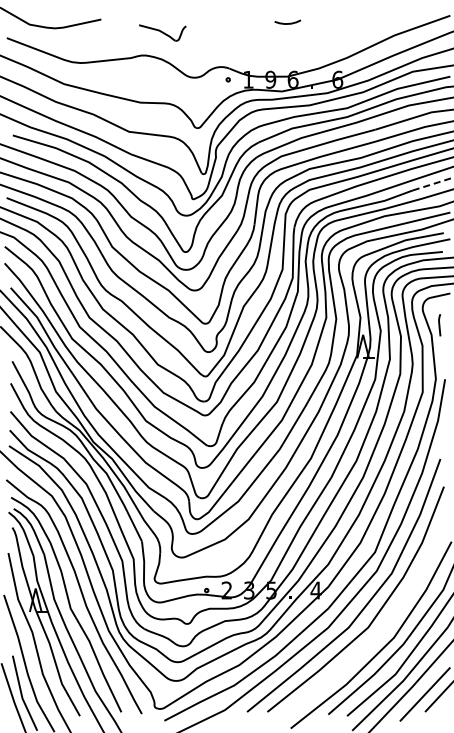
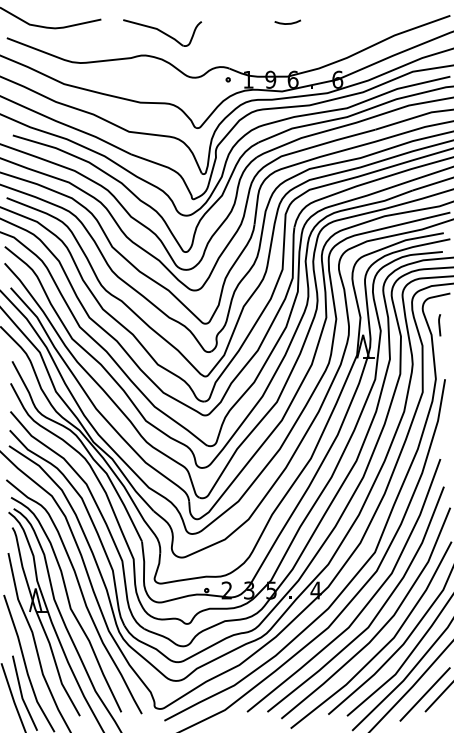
part at (162, 32) size: 48x18 px -> 80x28 px
line at (433, 183): dashed -> solid
curve at (380, 628): none -> present
